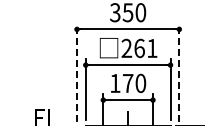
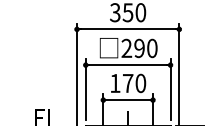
text at (145, 48): 261 -> 290
line at (77, 74): dashed -> solid
line at (179, 74): dashed -> solid
